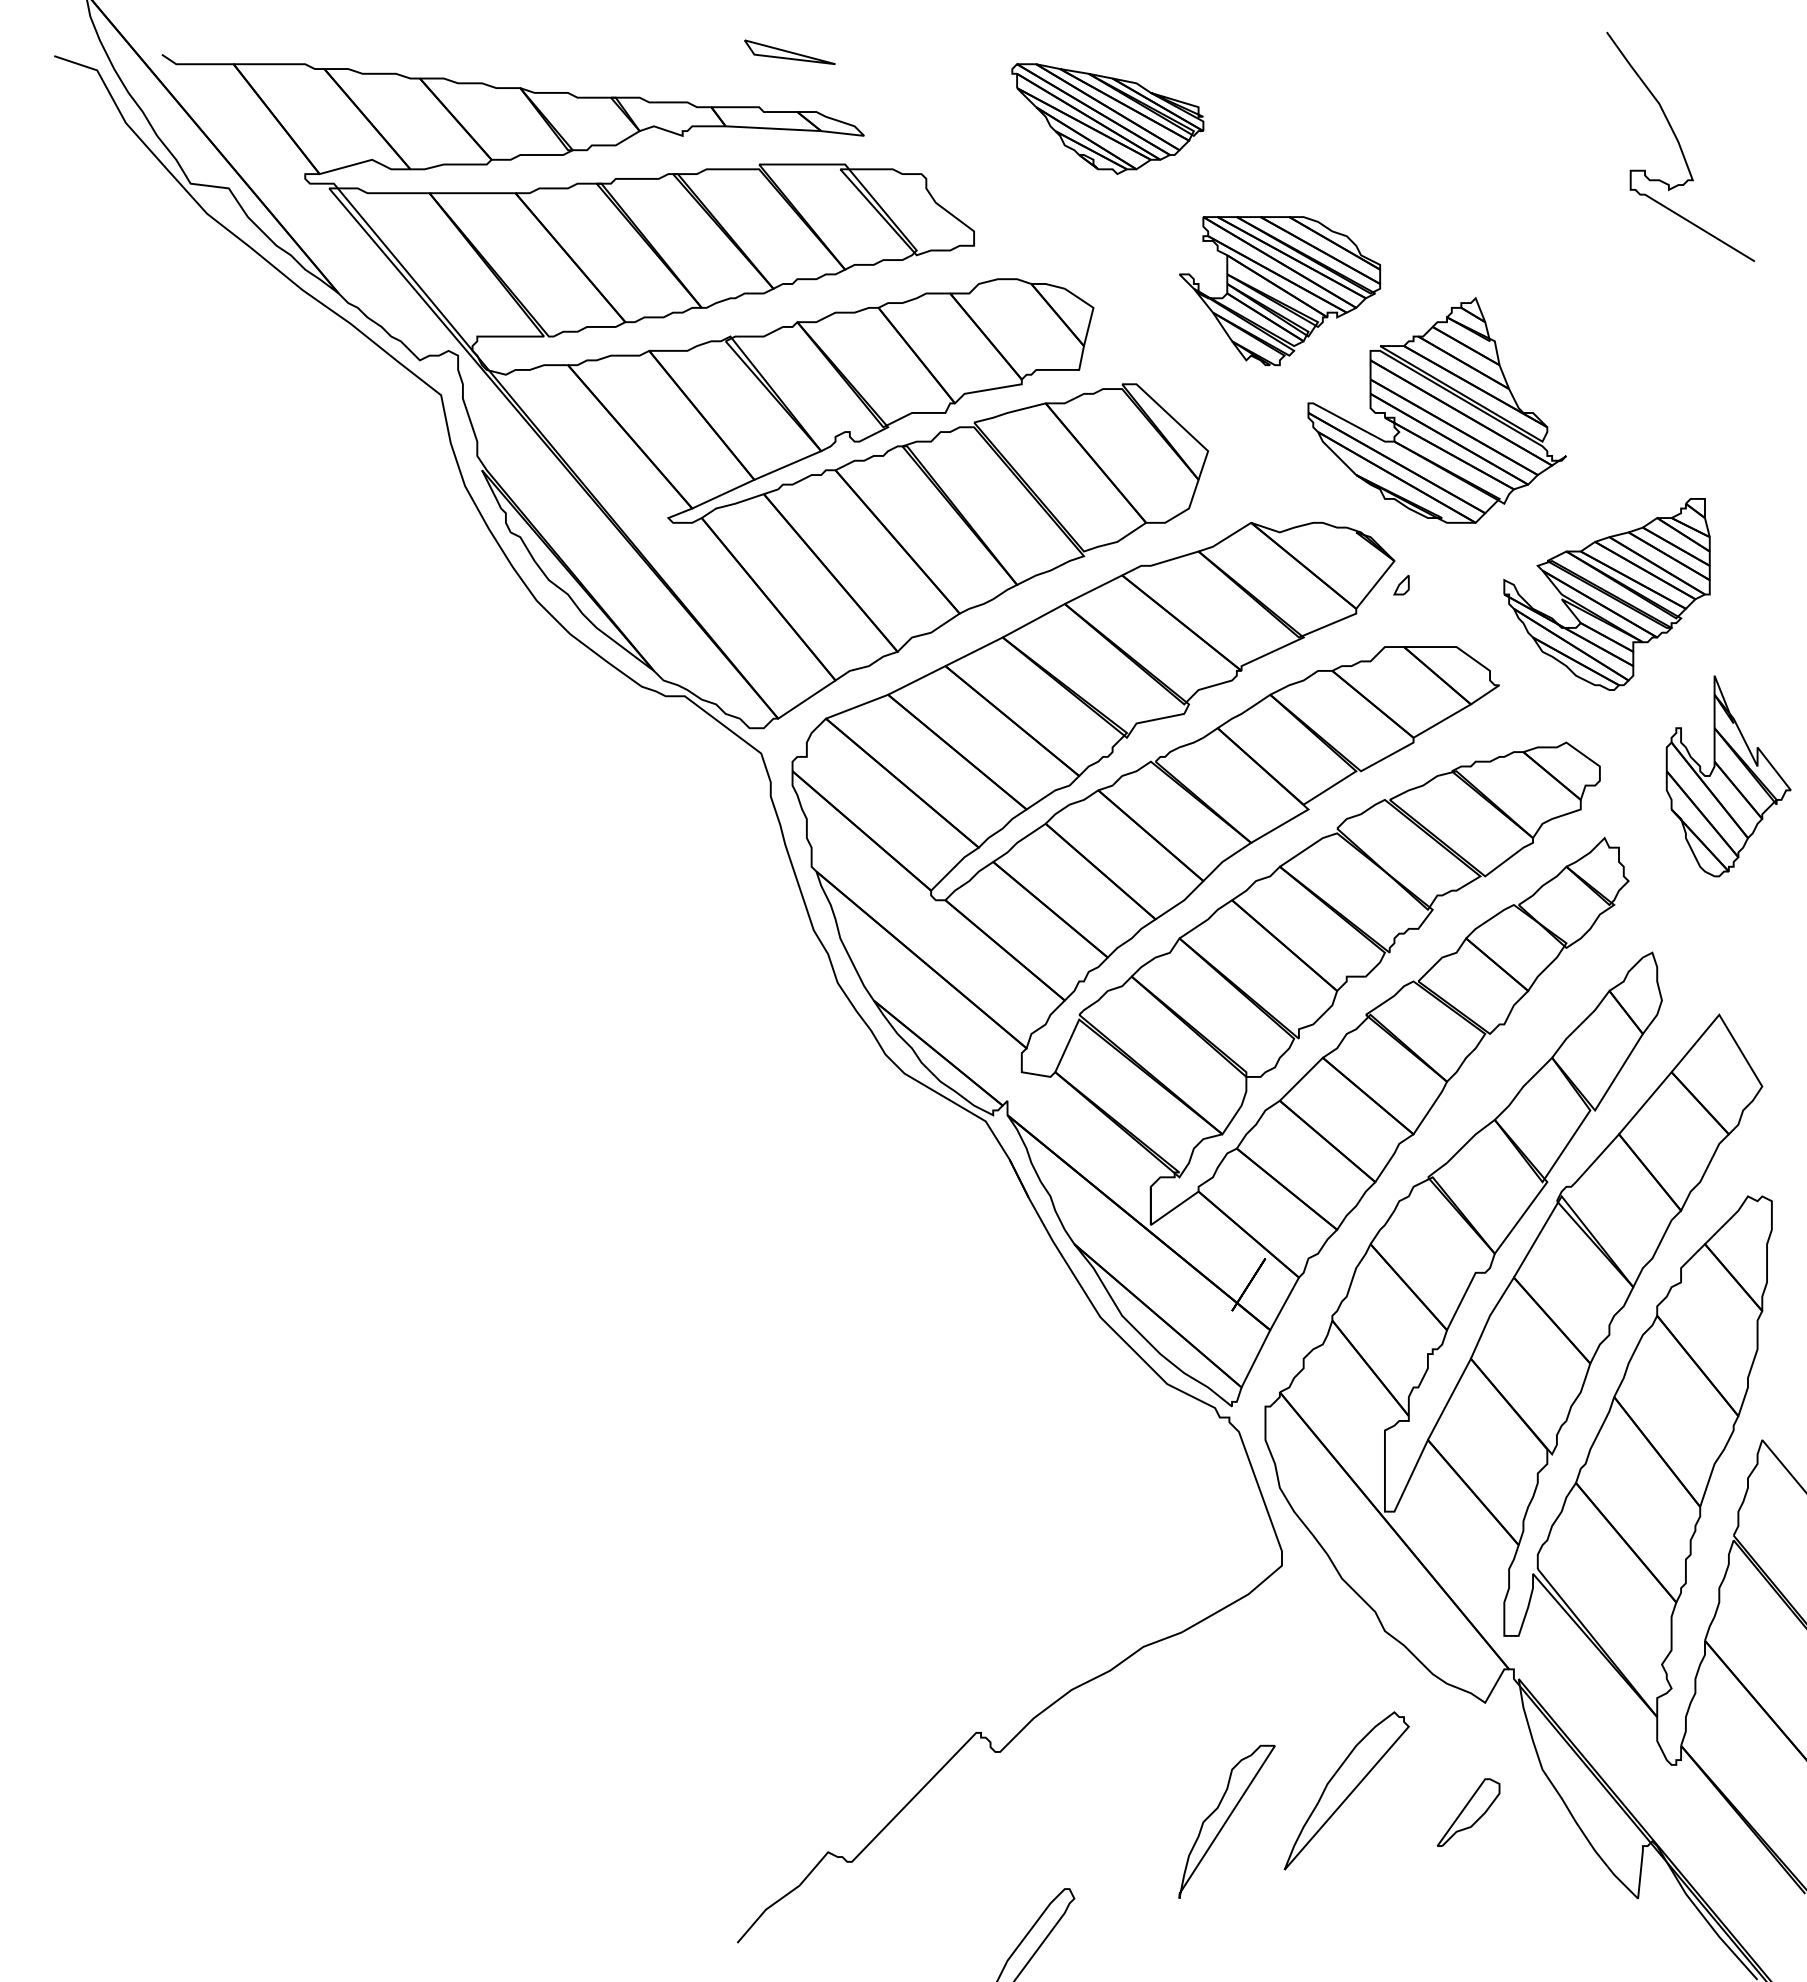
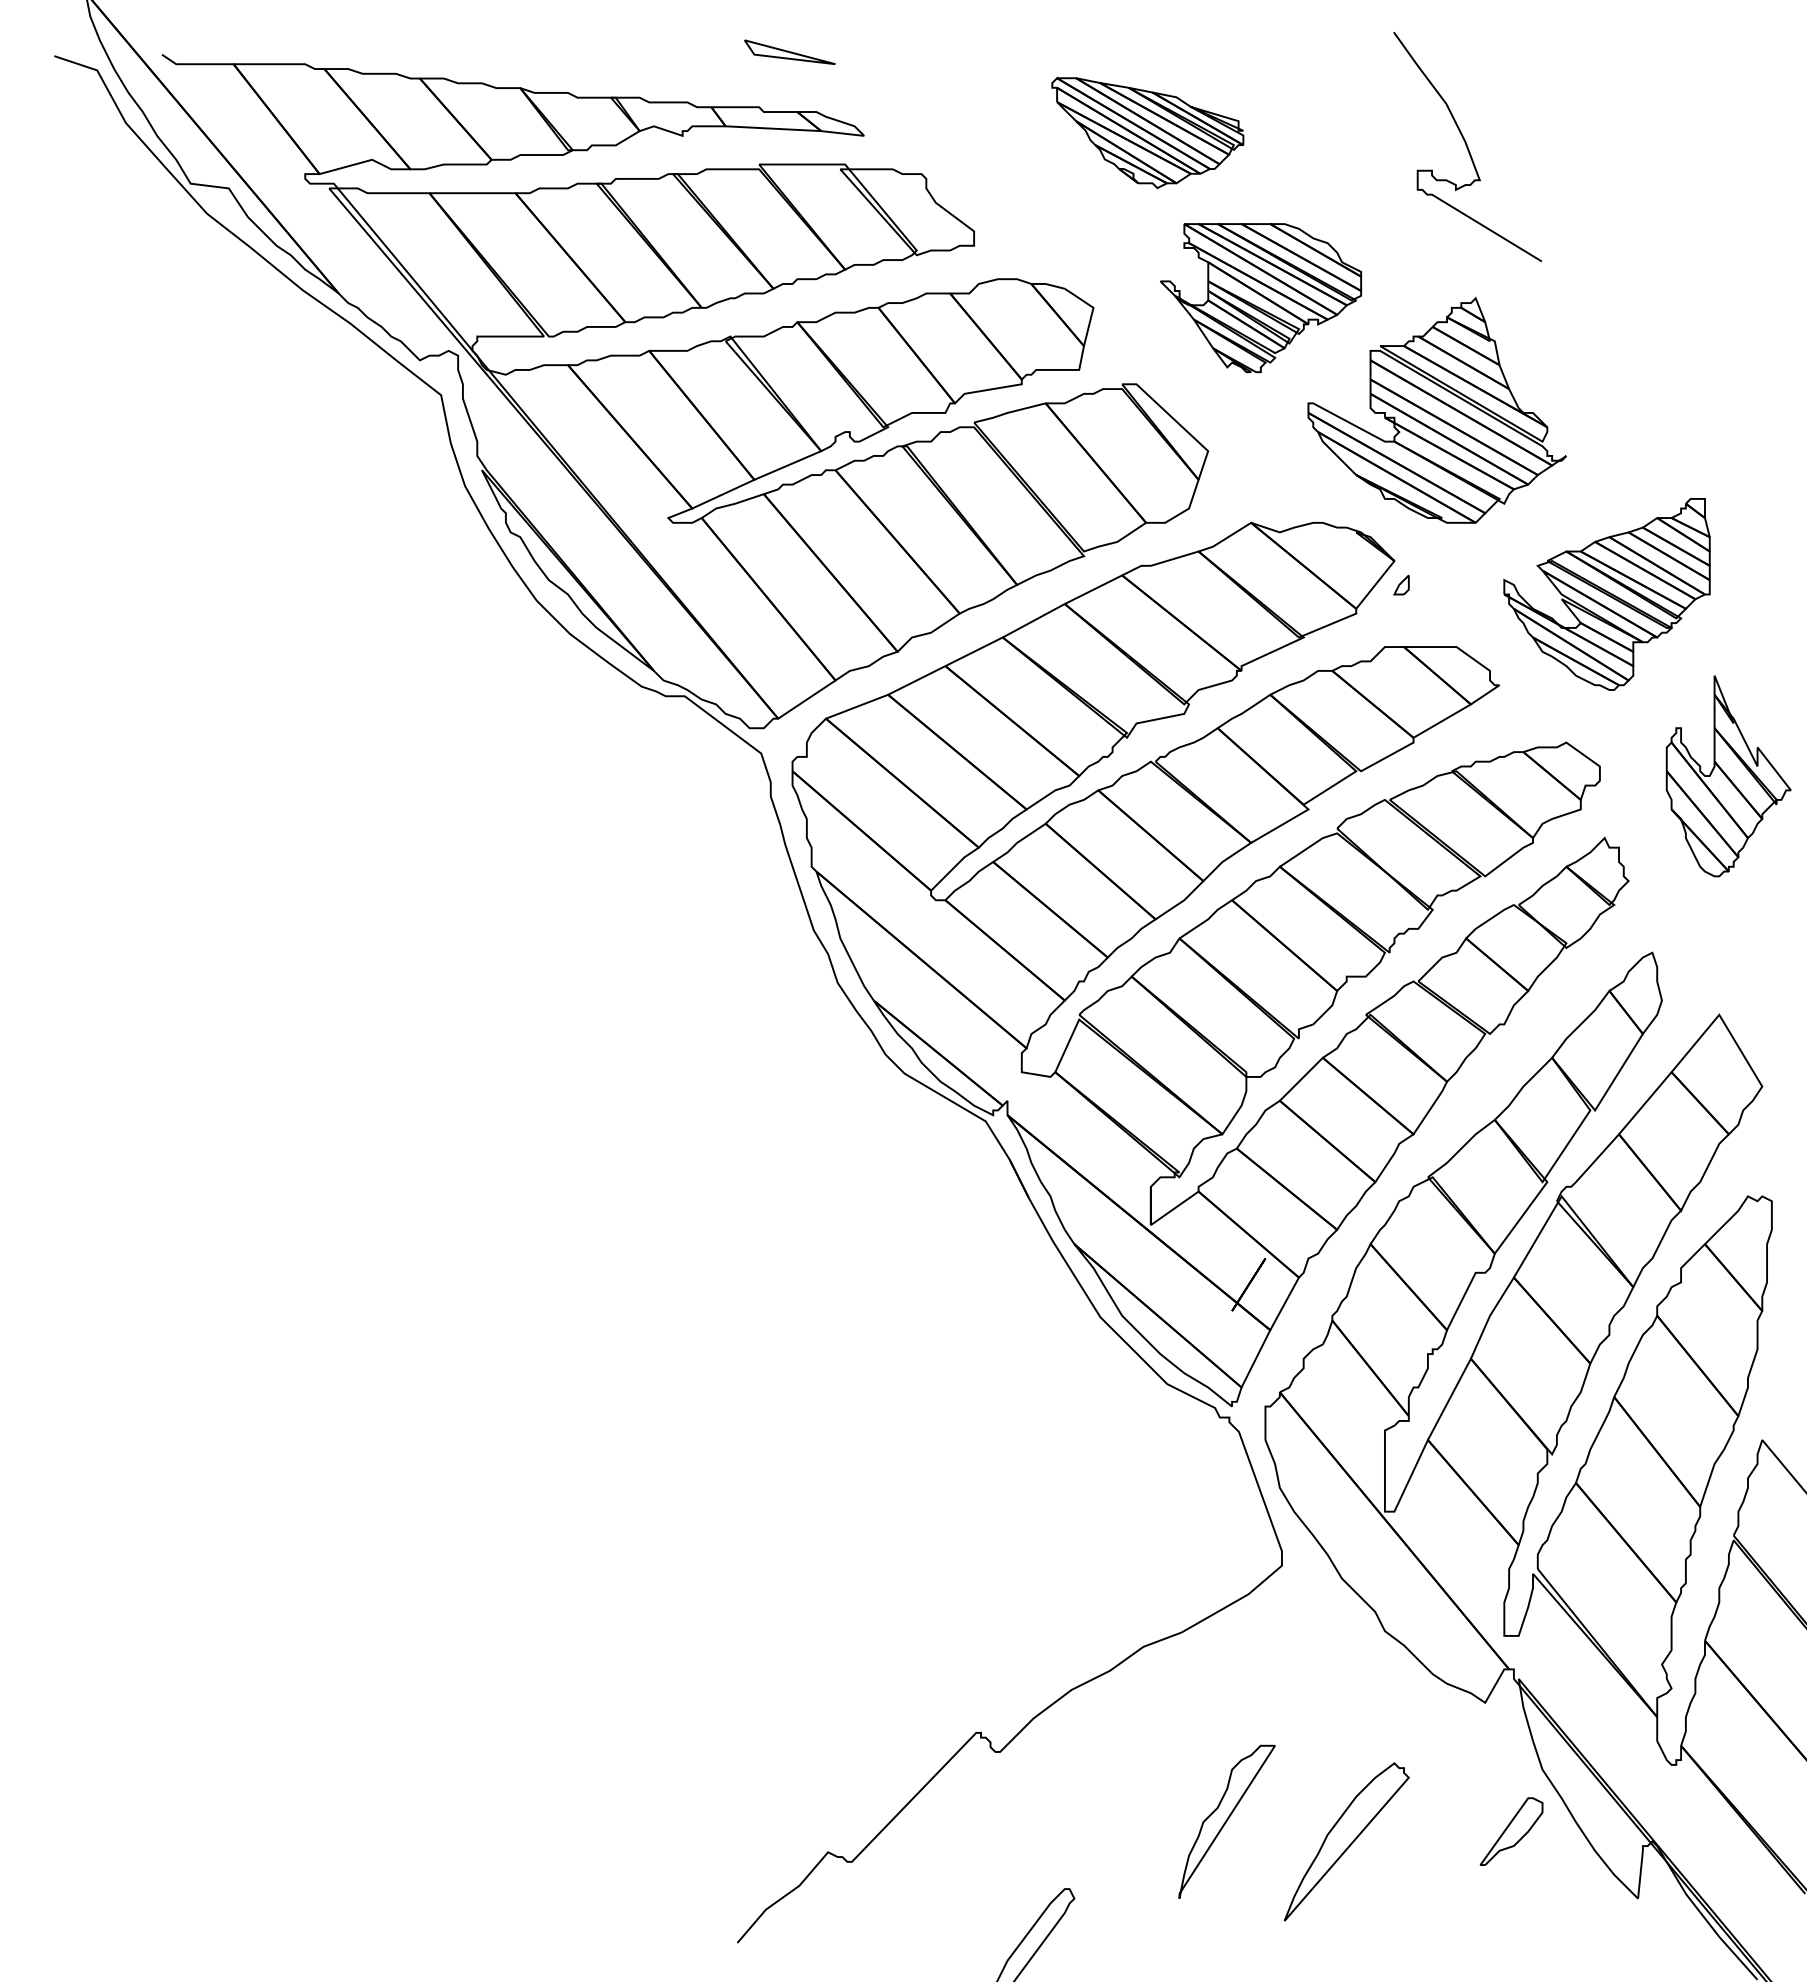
part at (1107, 118) position: (1107, 118) -> (1147, 132)
curve at (1680, 146) position: (1680, 146) -> (1467, 146)
part at (1280, 291) position: (1280, 291) -> (1261, 298)
part at (1346, 1790) position: (1346, 1790) -> (1346, 1841)
part at (1468, 1812) position: (1468, 1812) -> (1511, 1831)
